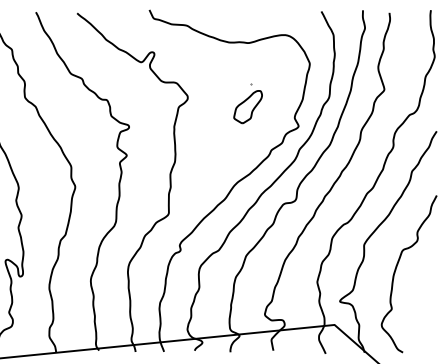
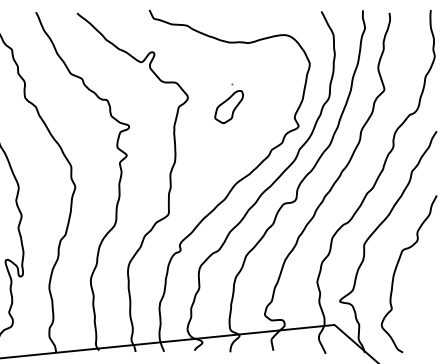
part at (247, 103) position: (247, 103) -> (228, 103)
